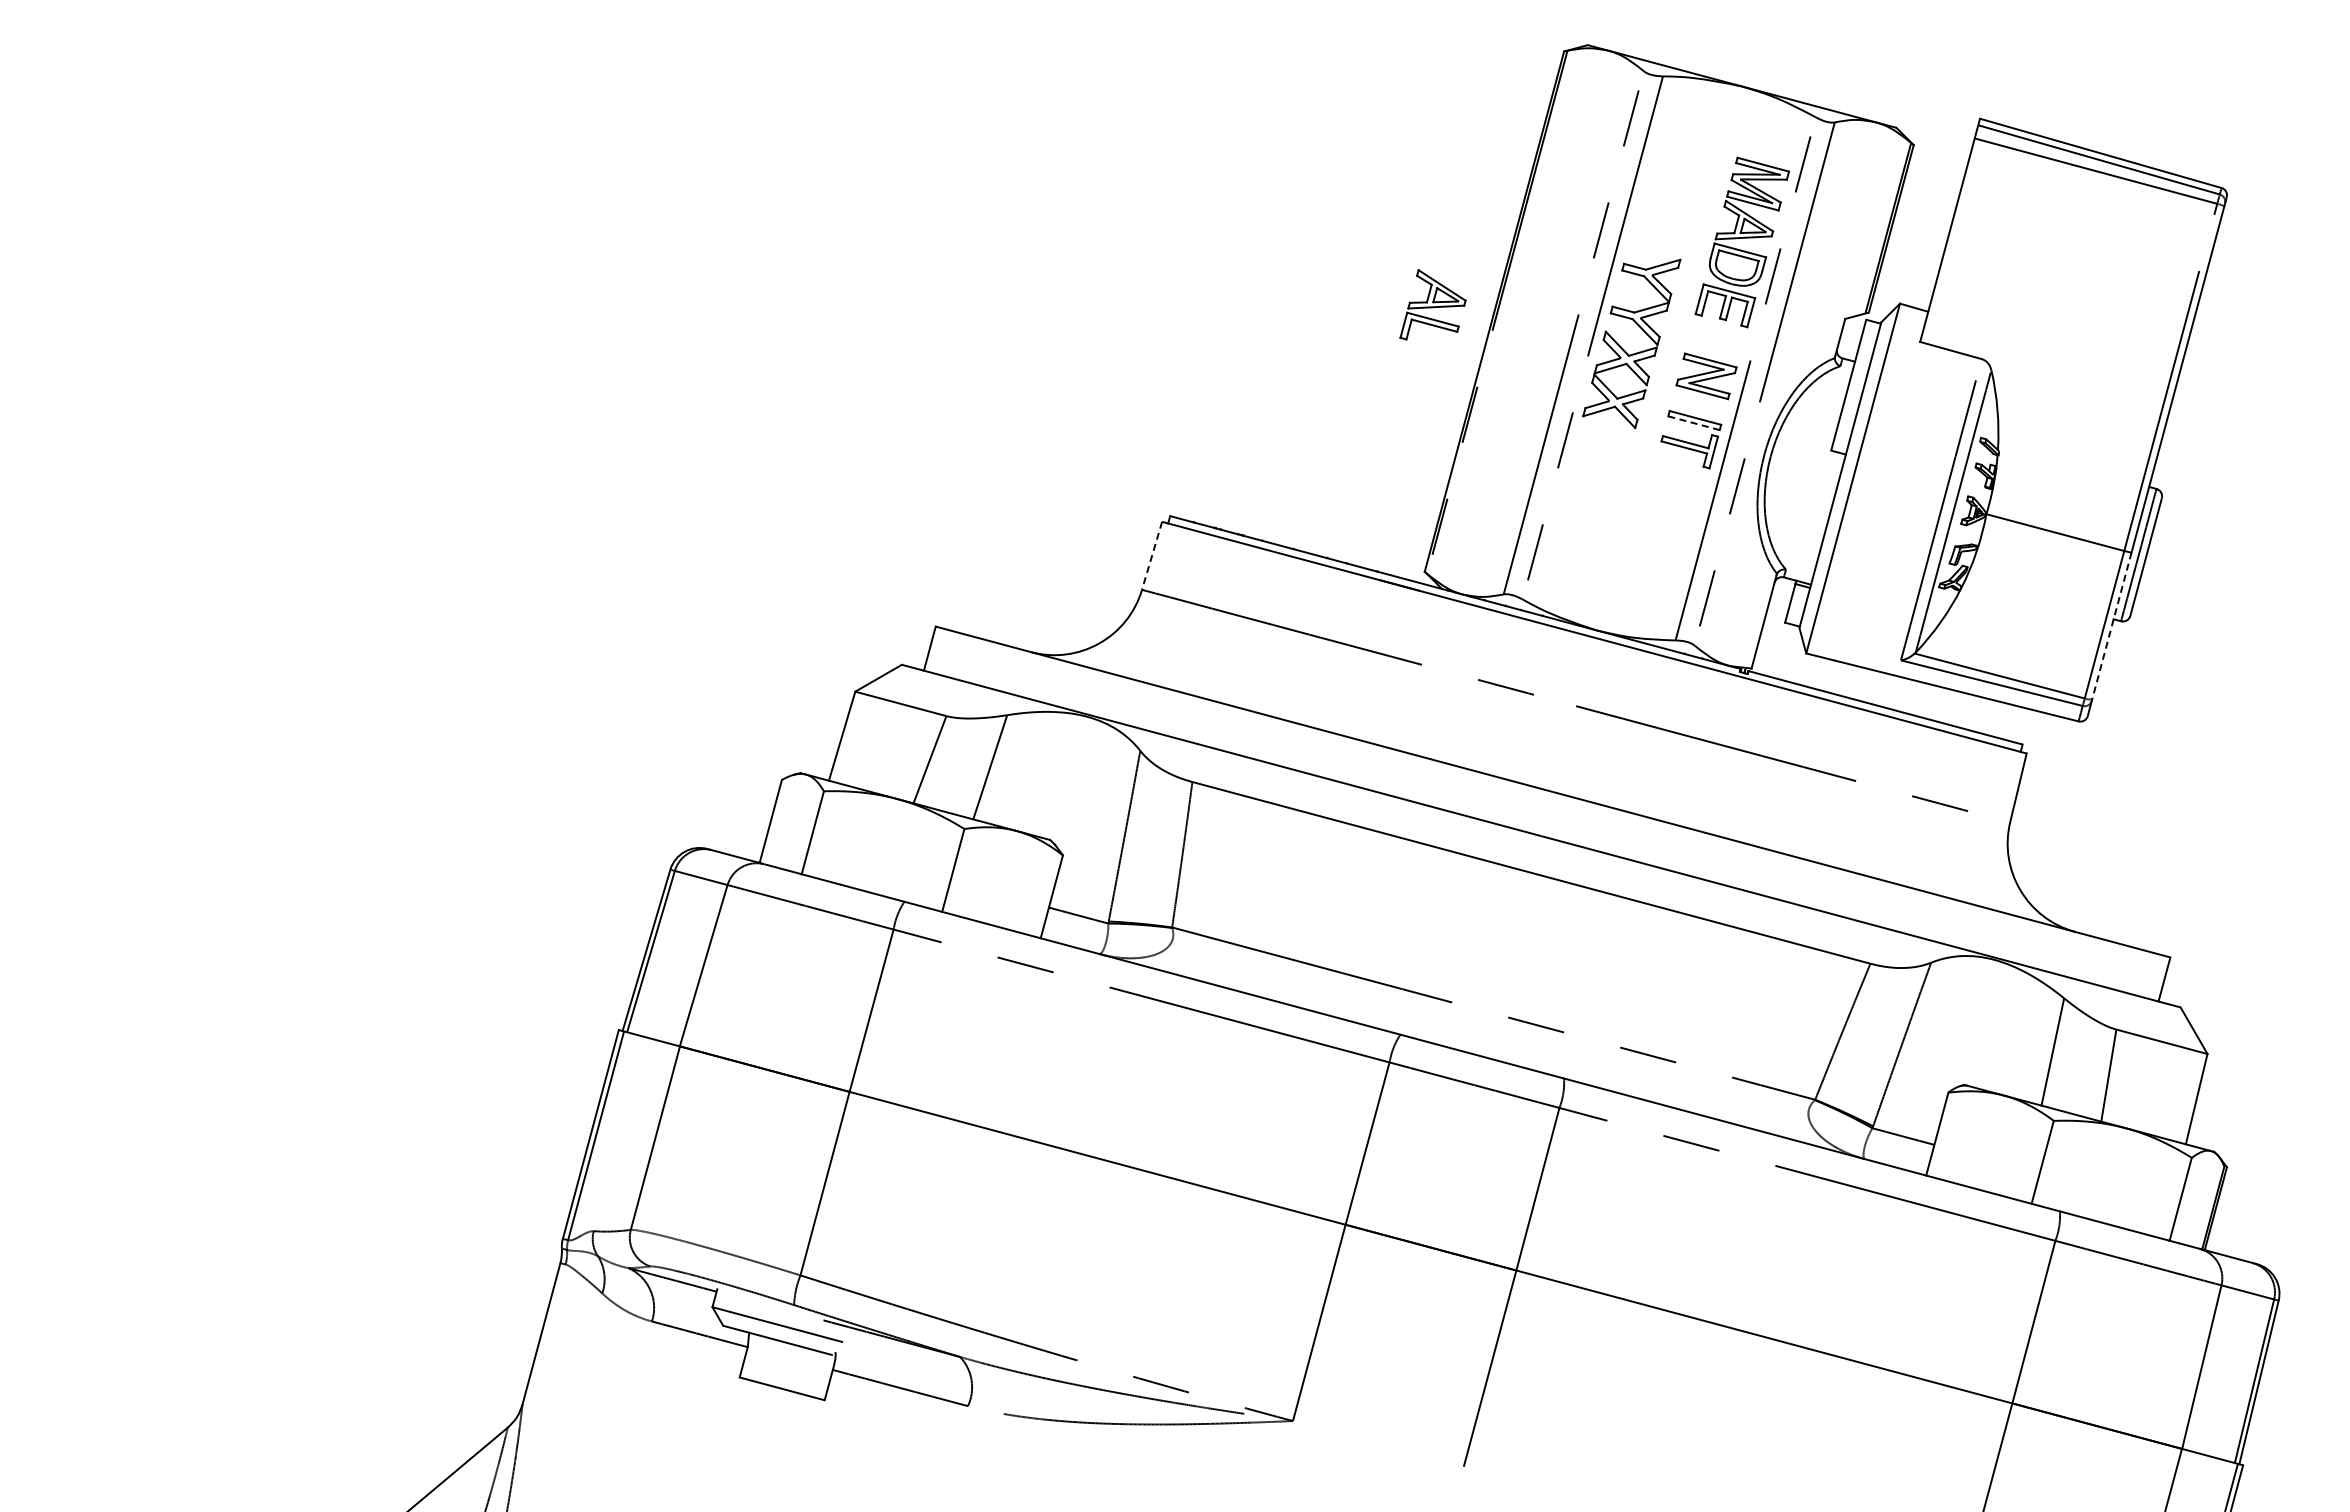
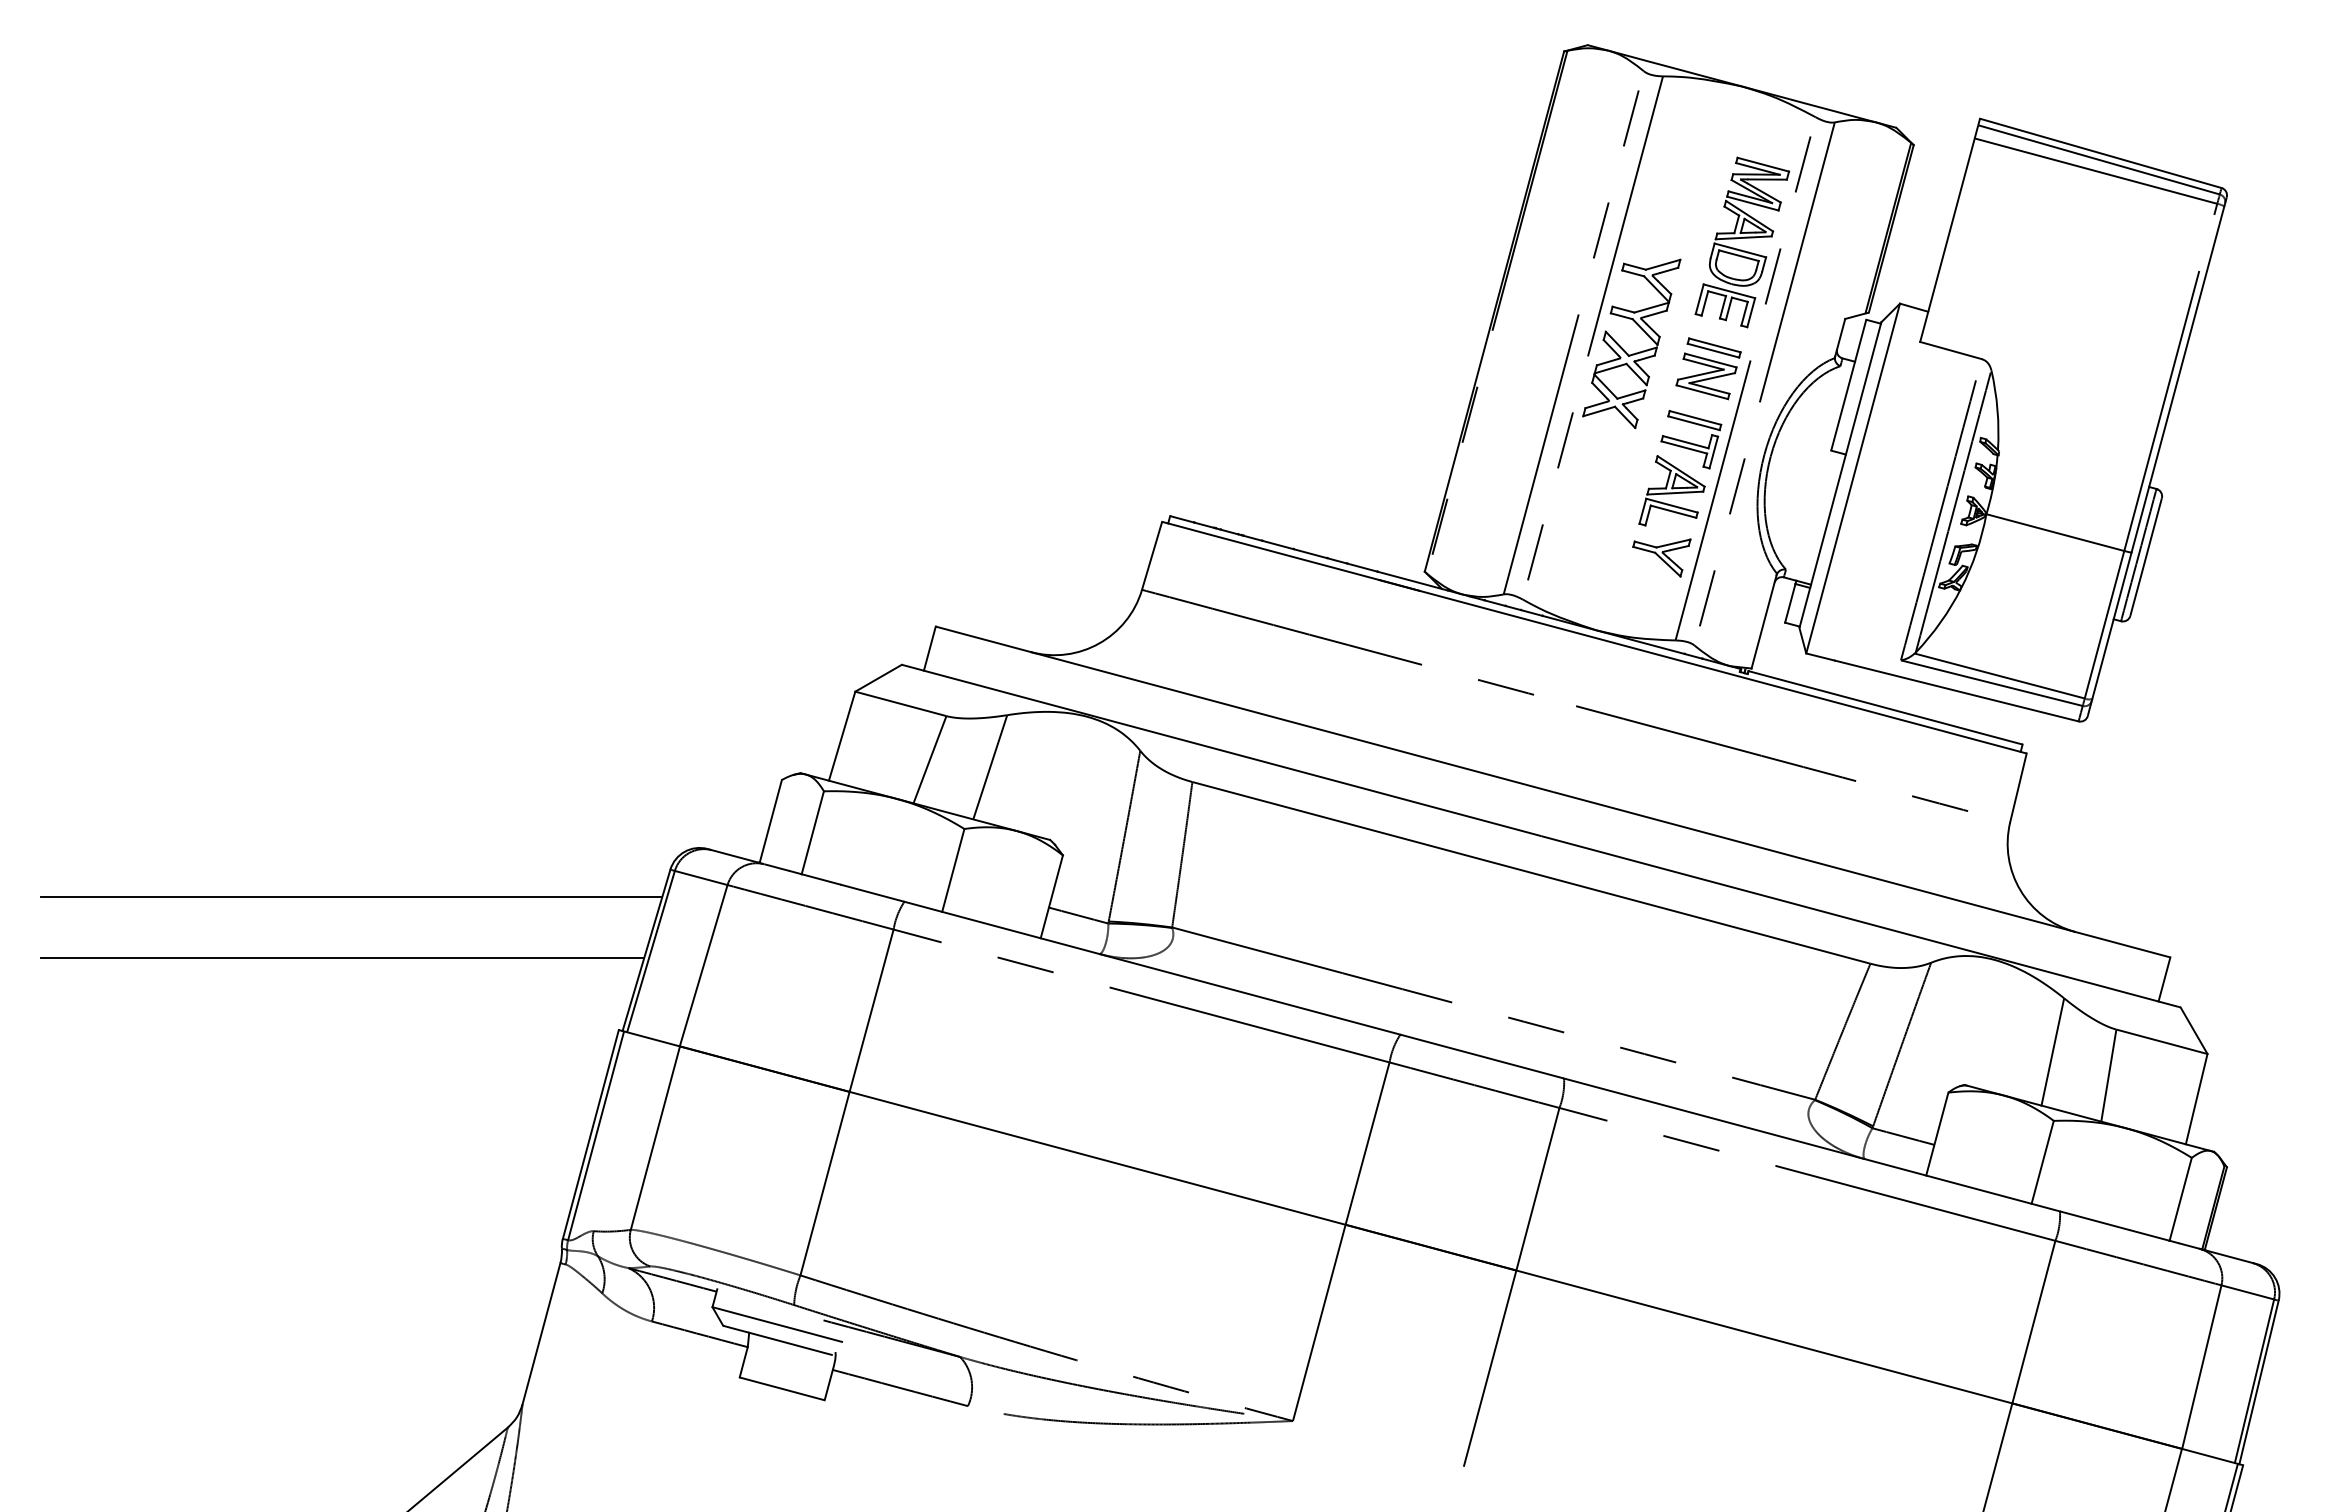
part at (1432, 304) position: (1432, 304) -> (1671, 490)
part at (1713, 347): none -> present
line at (1694, 423): dashed -> solid
line at (1151, 556): dashed -> solid
part at (1661, 557): none -> present
line at (2111, 625): dashed -> solid
line at (351, 896): none -> present
line at (342, 957): none -> present
